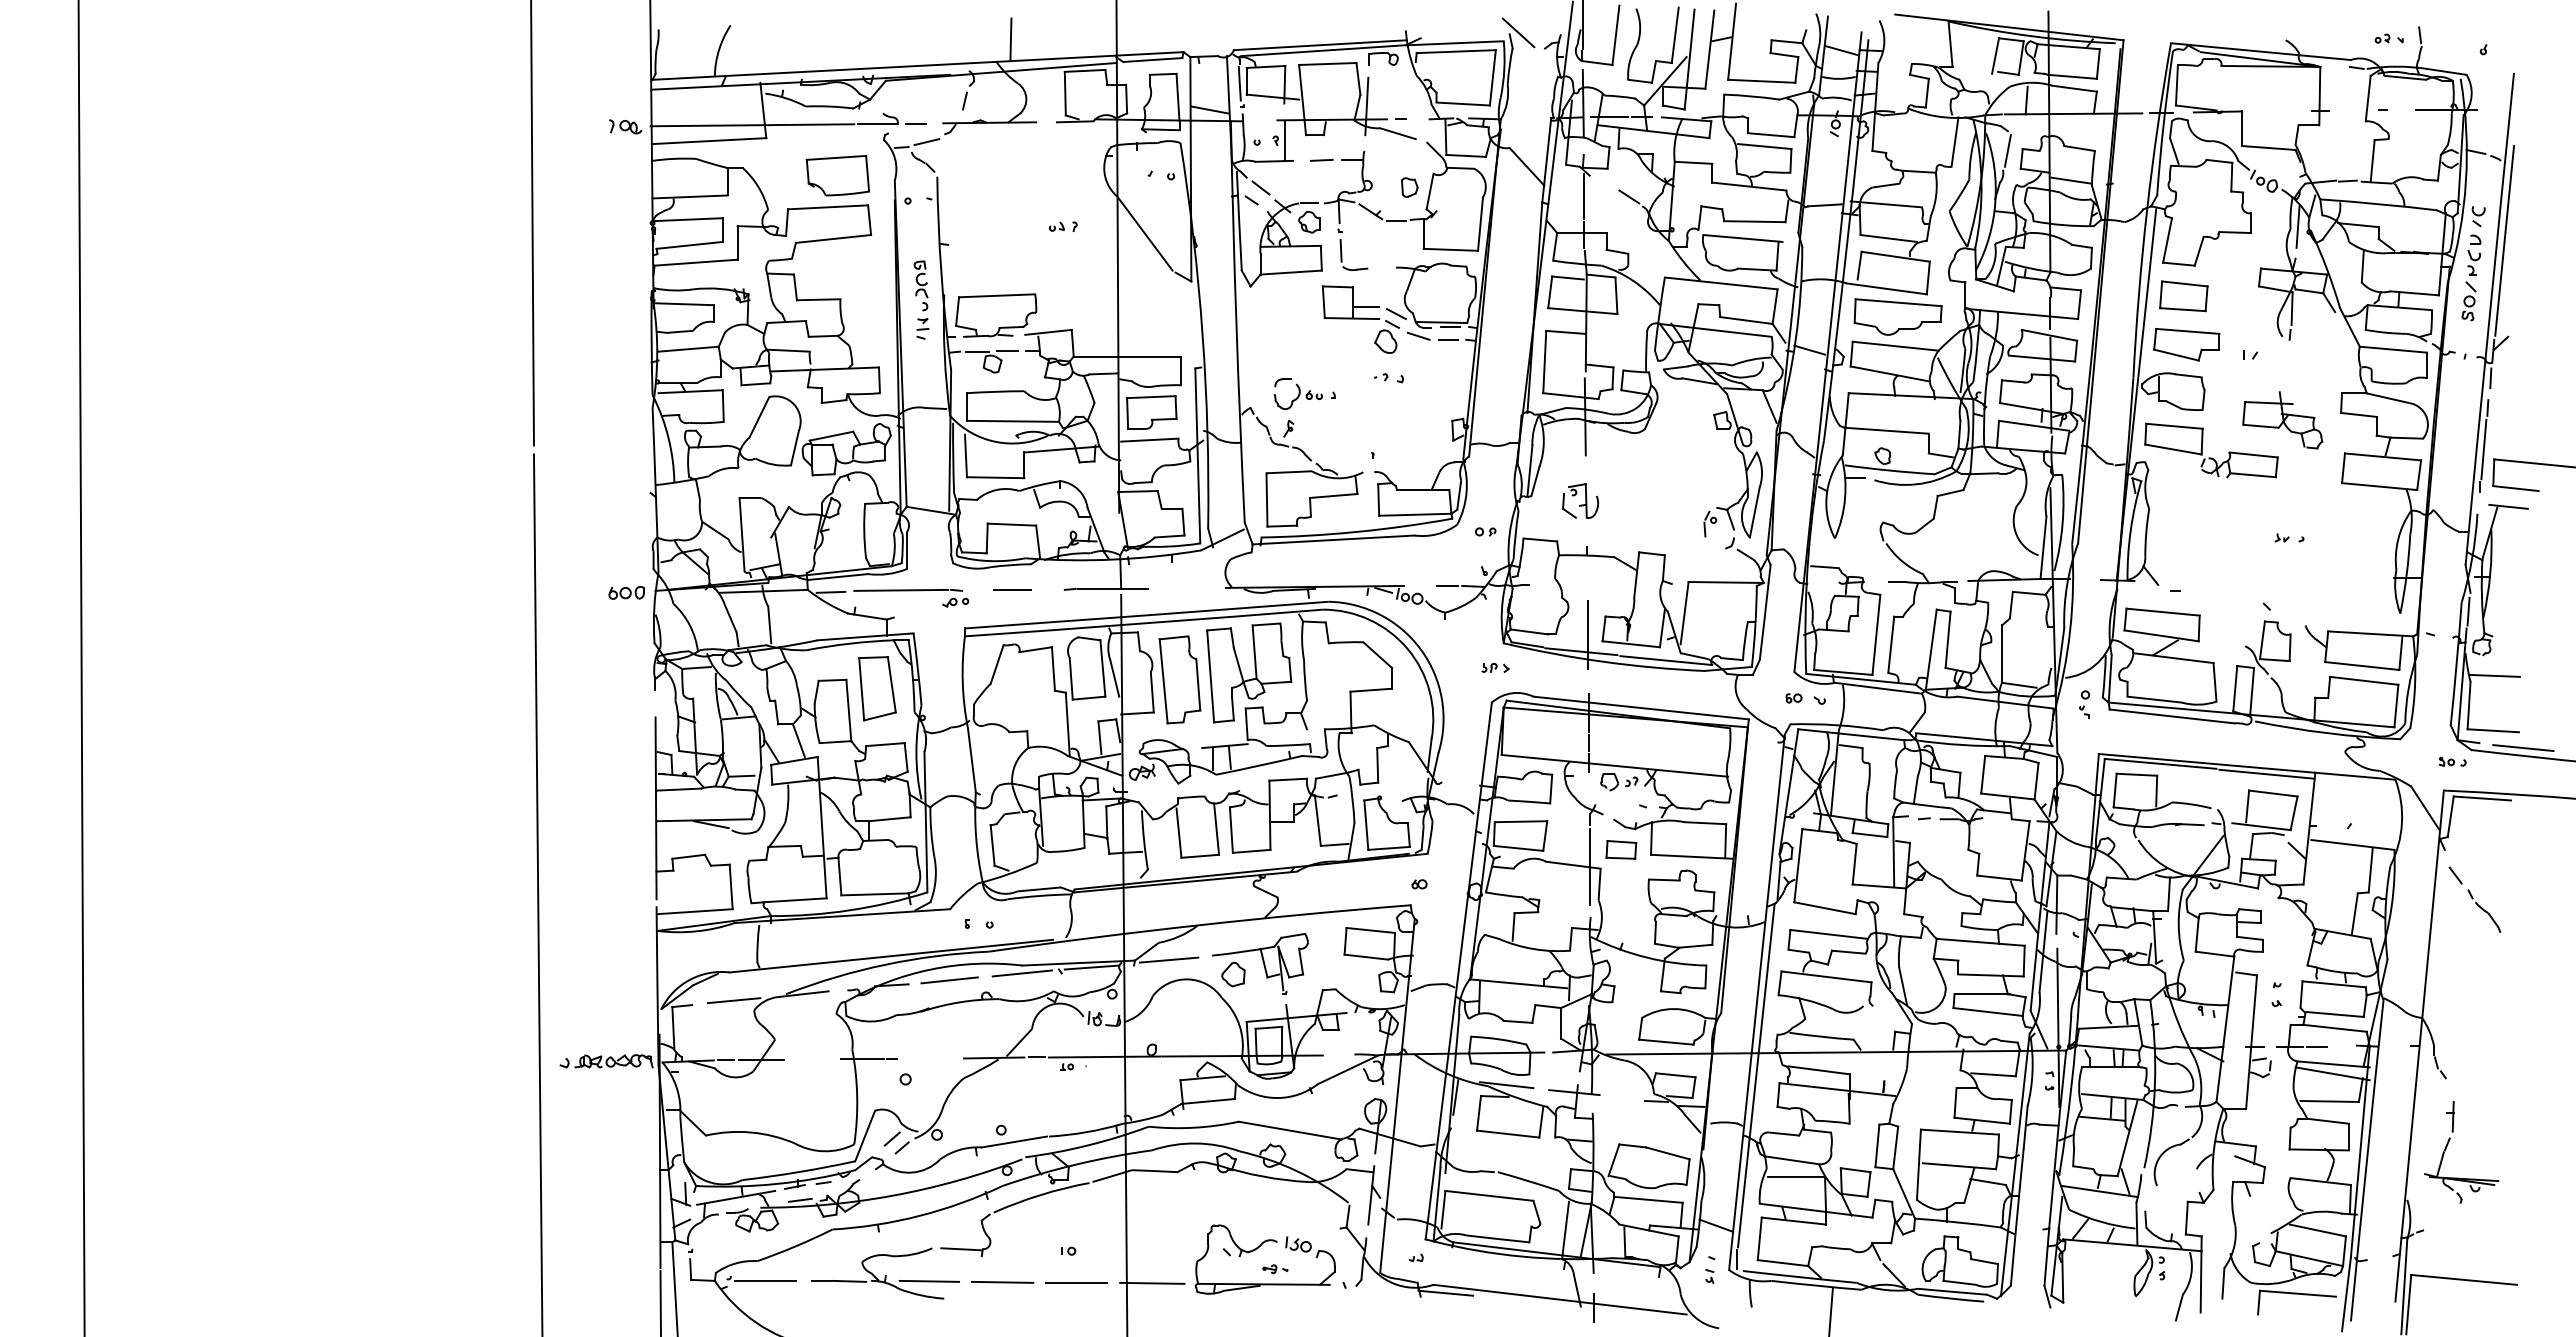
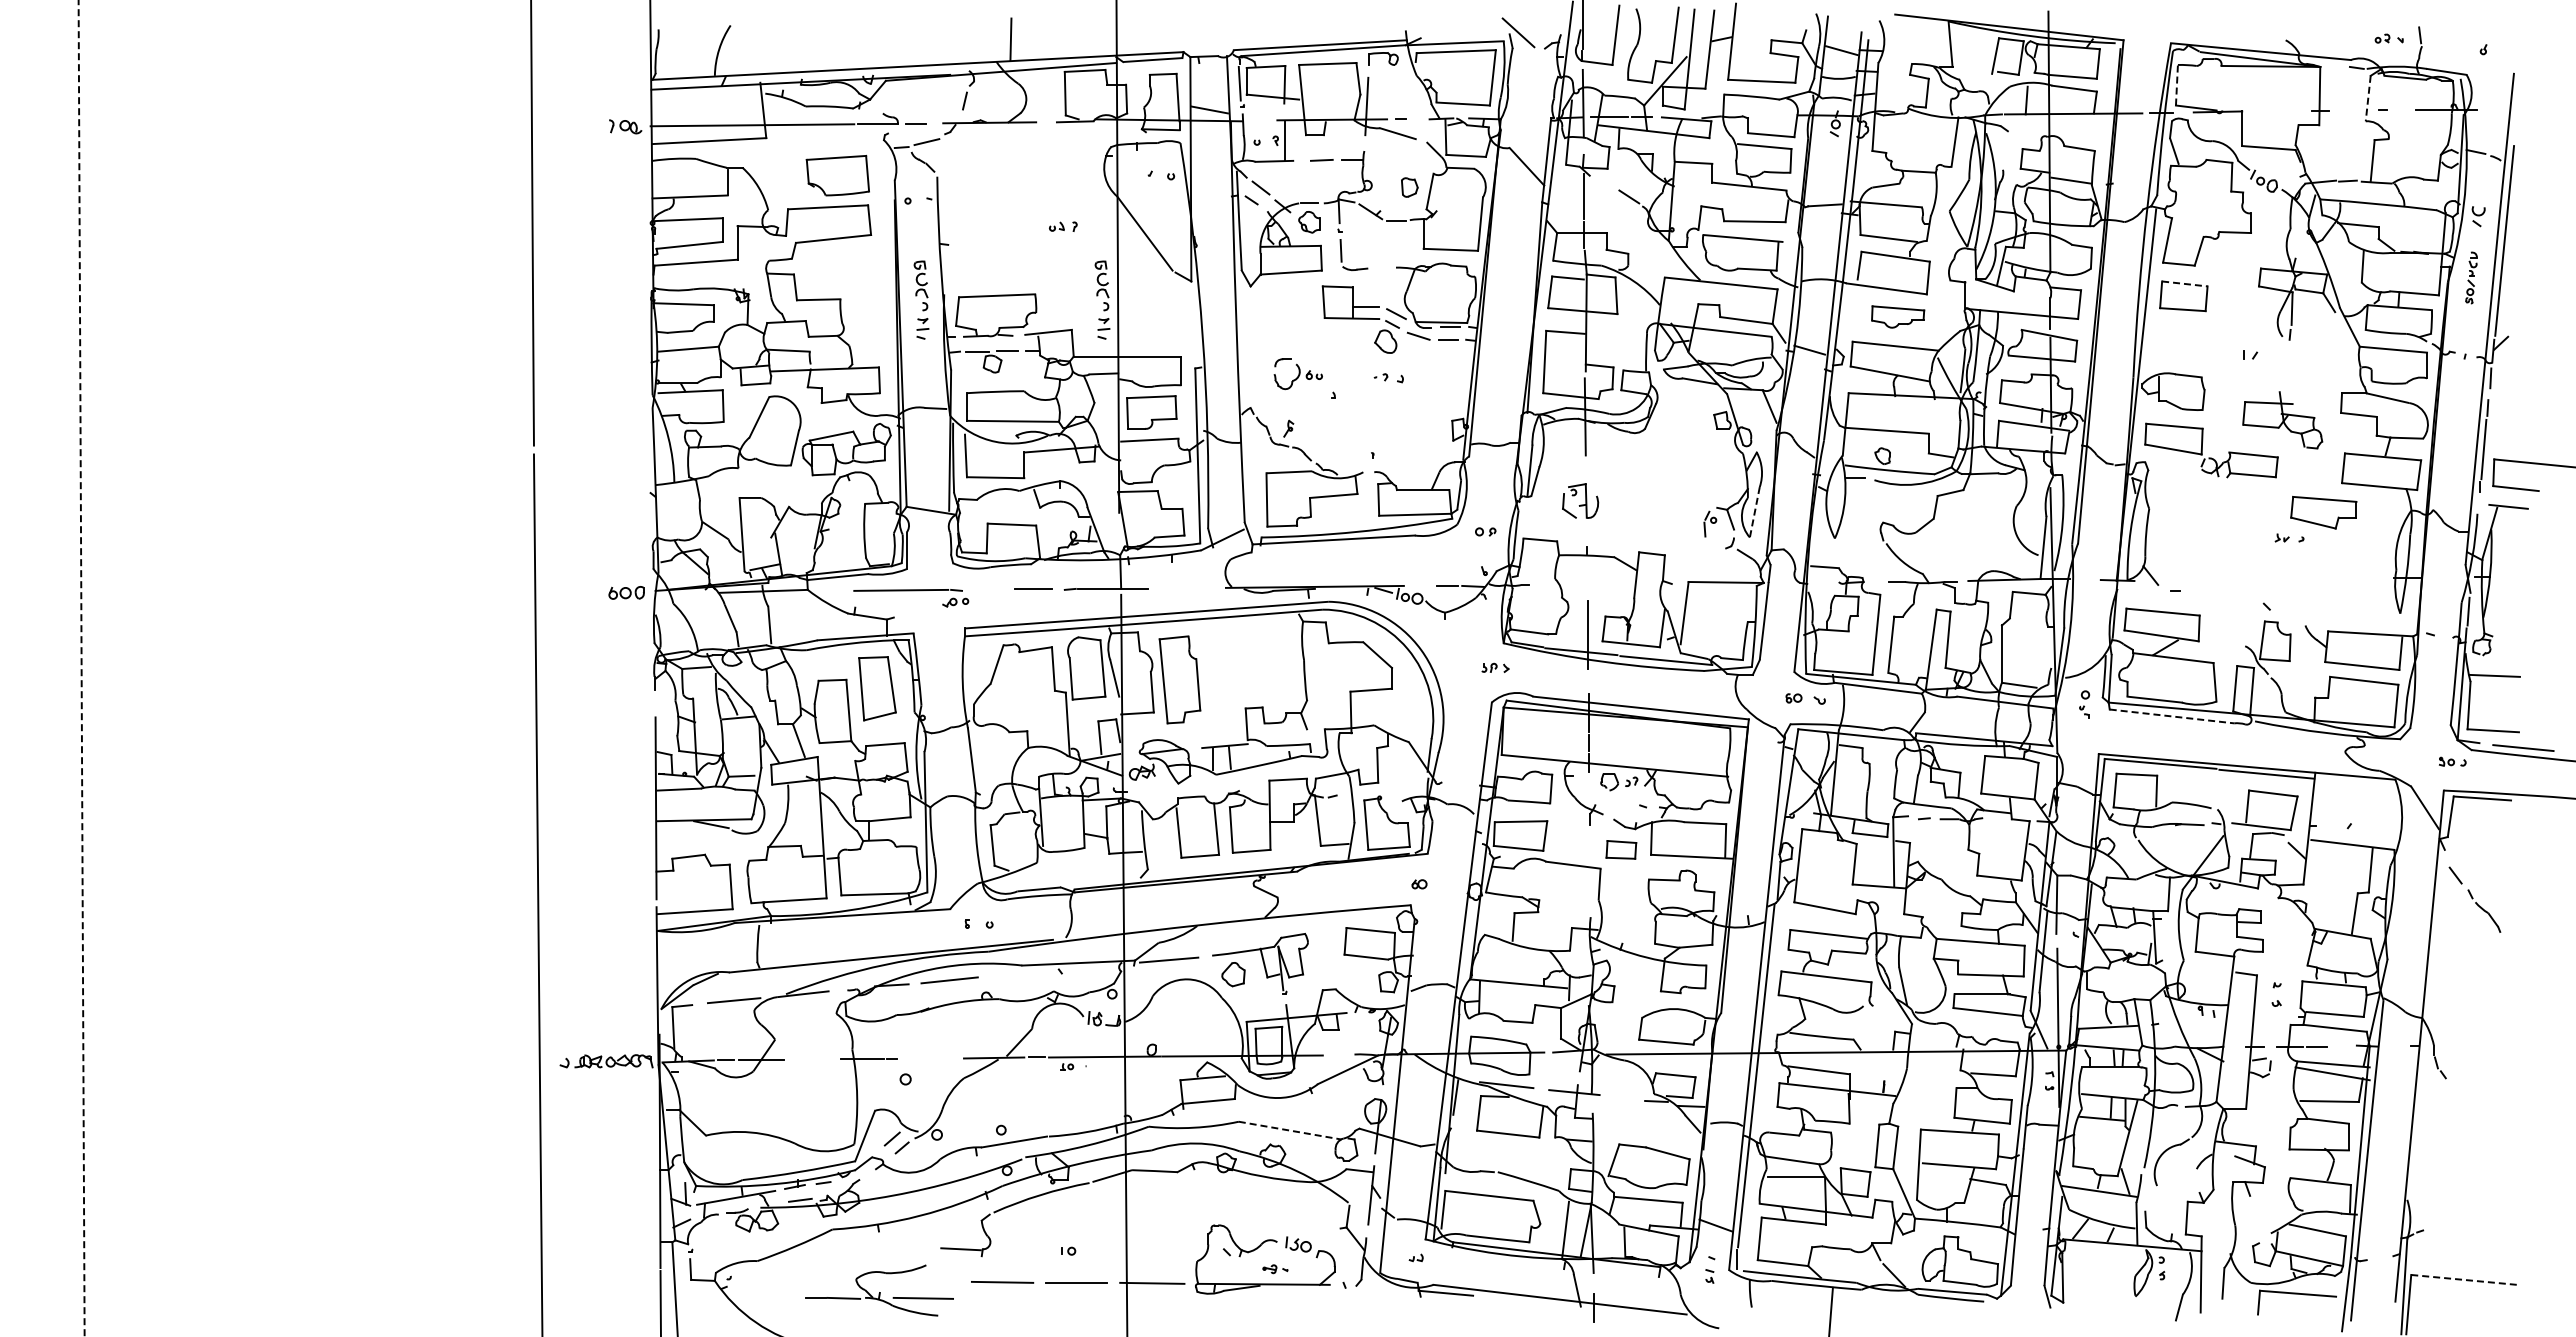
line at (2176, 84): solid -> dashed
line at (2368, 98): solid -> dashed
line at (2007, 150): present -> none
line at (2297, 226): present -> none
part at (2471, 277) size: 21x88 px -> 13x54 px
line at (2184, 283): solid -> dashed
part at (1102, 299): none -> present
part at (1897, 316) size: 90x38 px -> 55x24 px
part at (2186, 344) position: (2186, 344) -> (2323, 512)
part at (1297, 394) position: (1297, 394) -> (1297, 374)
line at (1754, 512): solid -> dashed
line at (1012, 589) position: (1012, 589) -> (1033, 588)
line at (830, 591): present -> none
line at (81, 668): solid -> dashed
part at (1249, 672): present -> none
line at (2172, 716): solid -> dashed
line at (1589, 867): present -> none
line at (1091, 967): present -> none
line at (1021, 973): present -> none
line at (1290, 1130): solid -> dashed
part at (2447, 1147): present -> none
part at (885, 1273) position: (885, 1273) -> (879, 1290)
line at (2464, 1279): solid -> dashed
line at (764, 1280): present -> none
